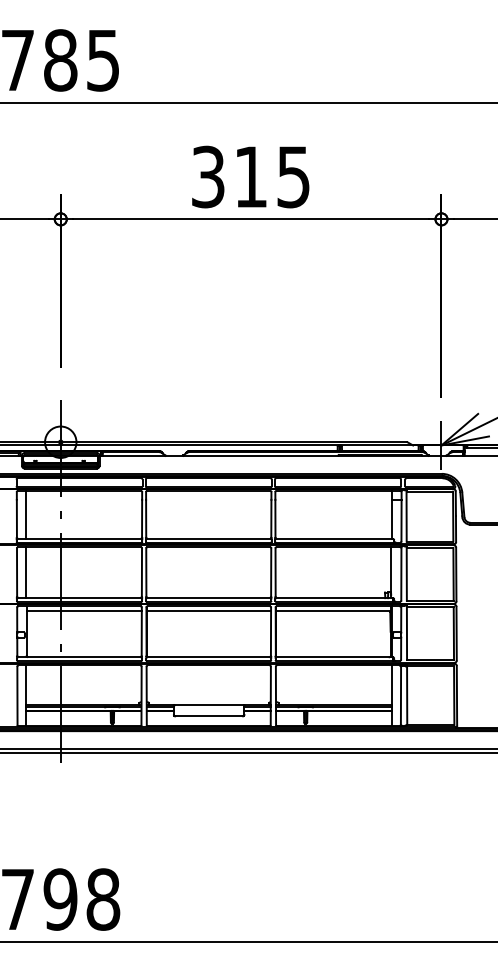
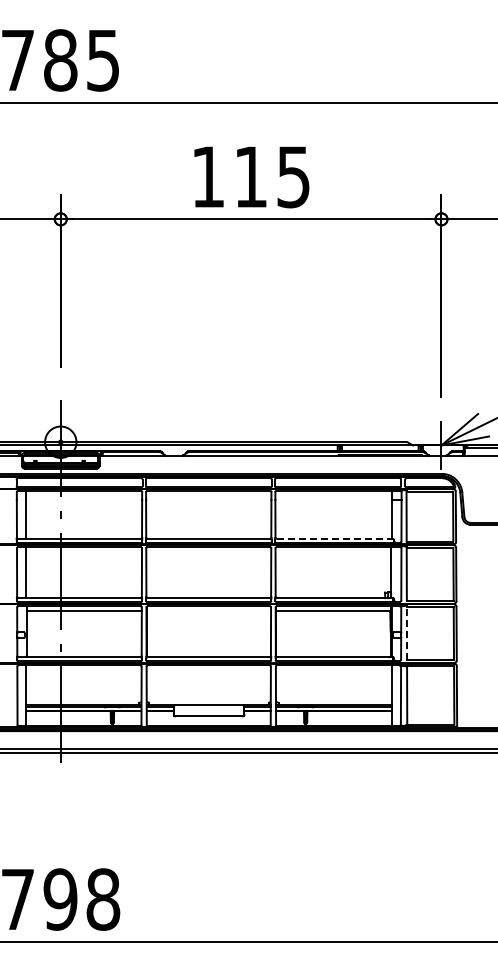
text at (208, 176): 315 -> 115
line at (335, 538): solid -> dashed
line at (208, 610): present -> none
line at (406, 633): solid -> dashed
